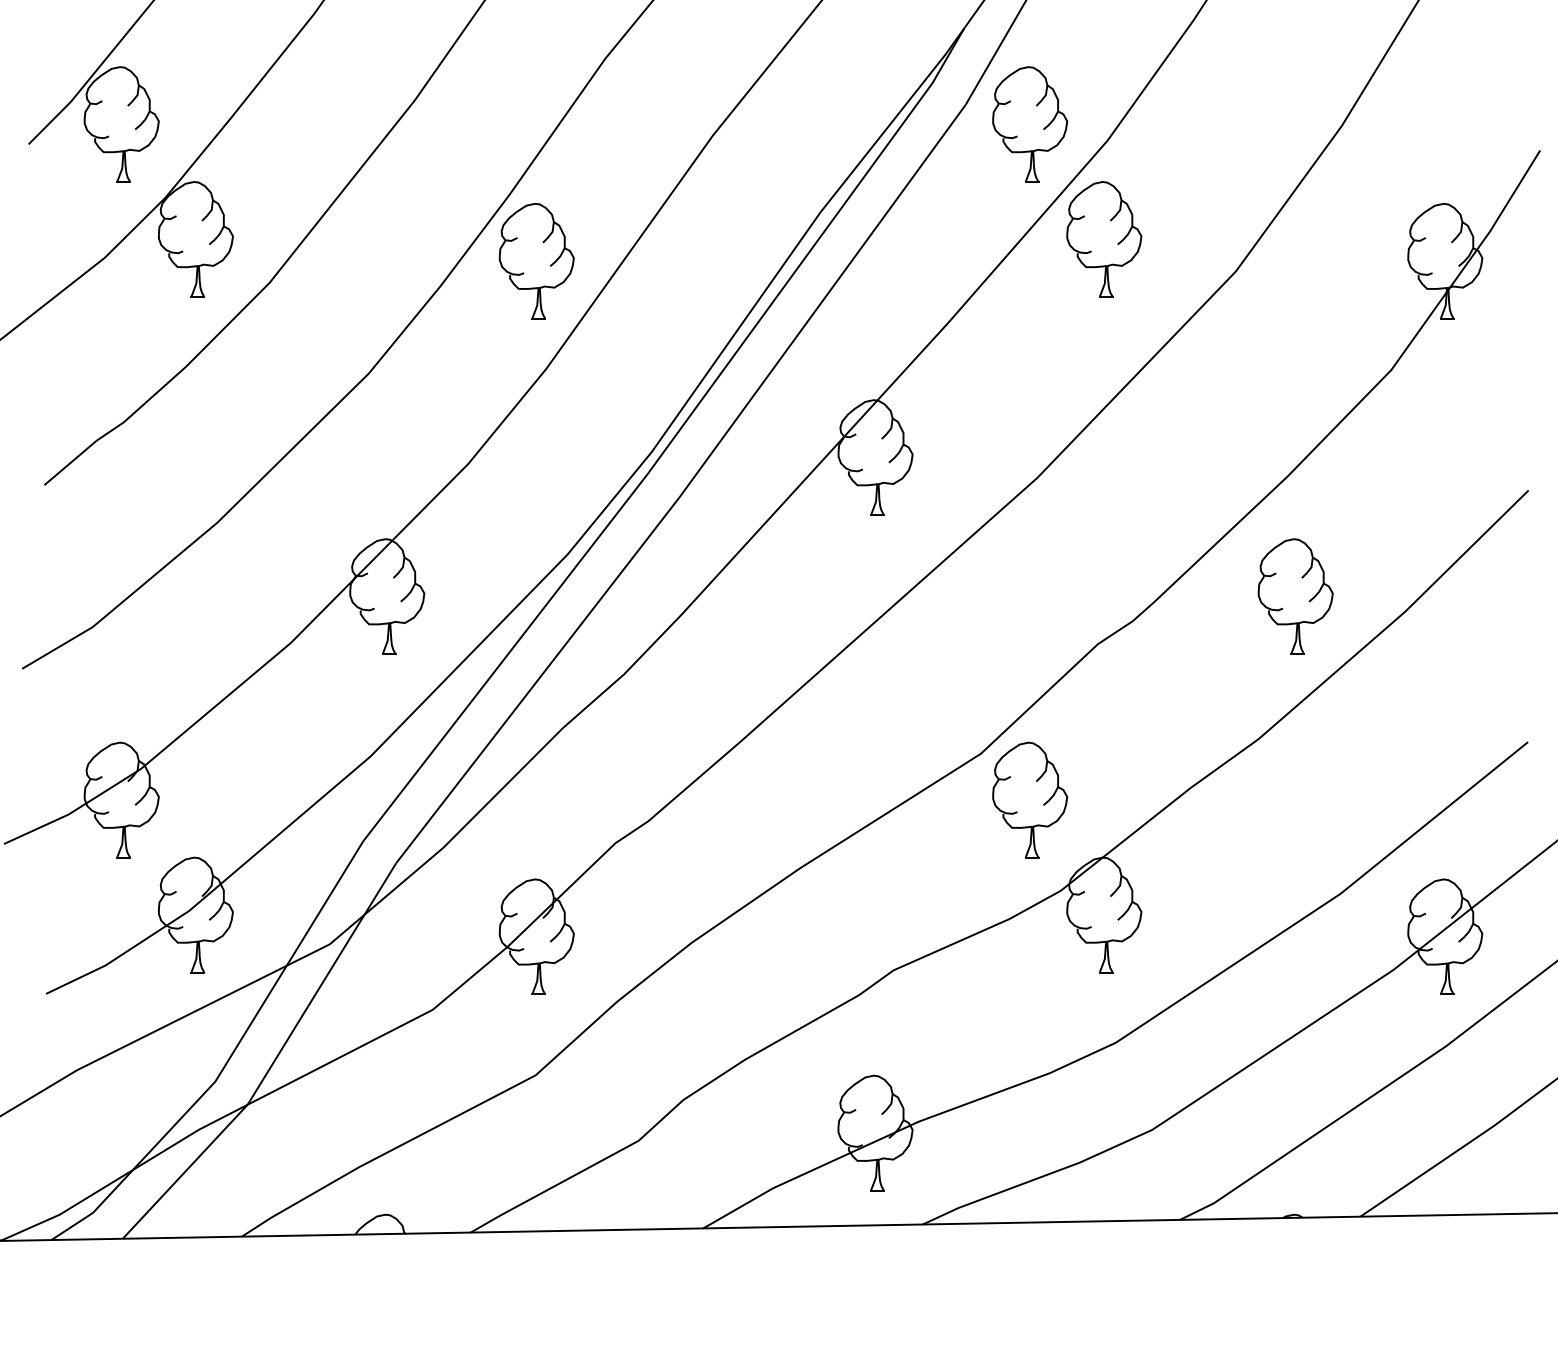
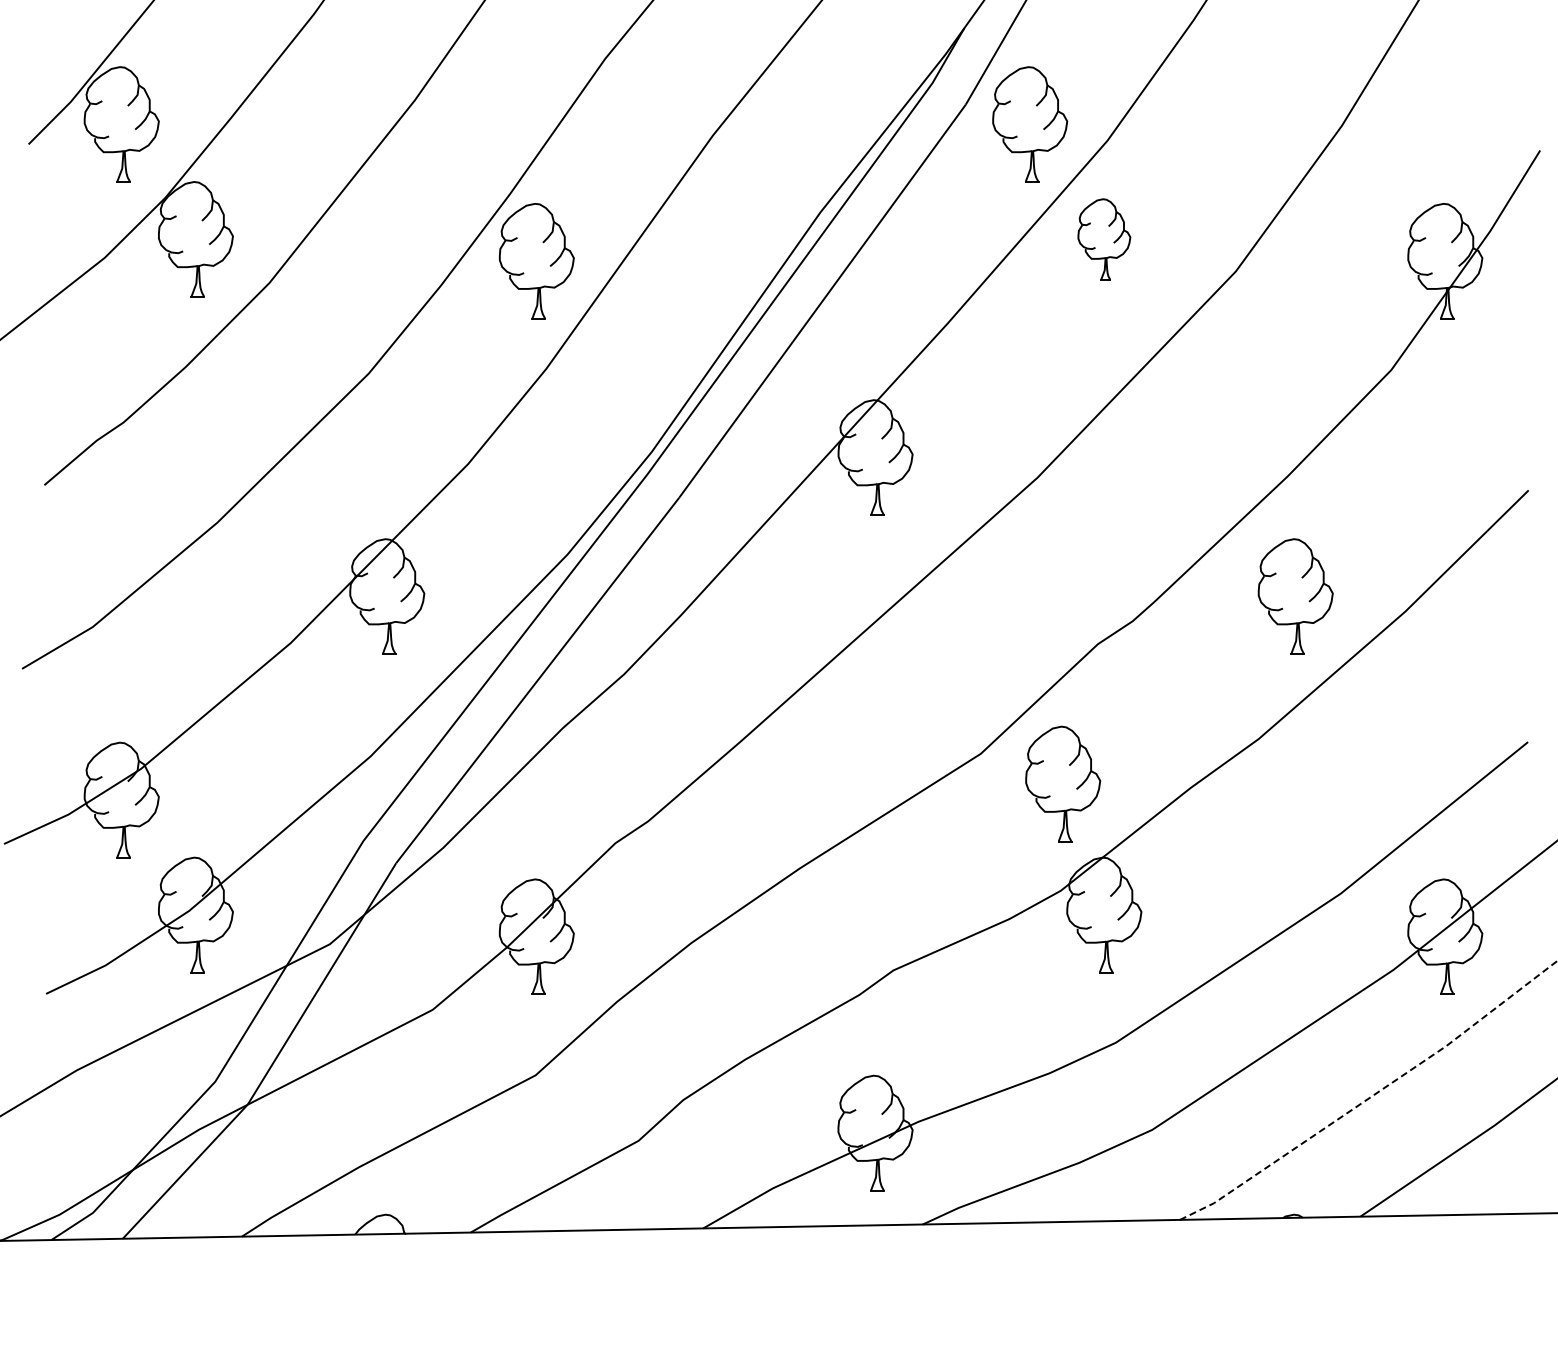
part at (1104, 239) size: 77x117 px -> 55x83 px
part at (1030, 799) position: (1030, 799) -> (1063, 783)
line at (1372, 1096): solid -> dashed
